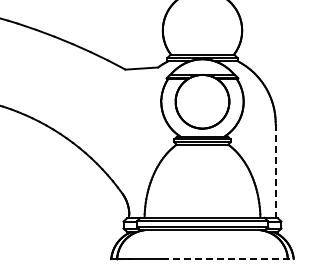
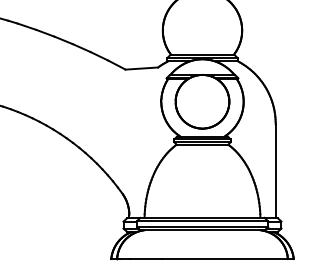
line at (275, 171): dashed -> solid
line at (228, 259): dashed -> solid
